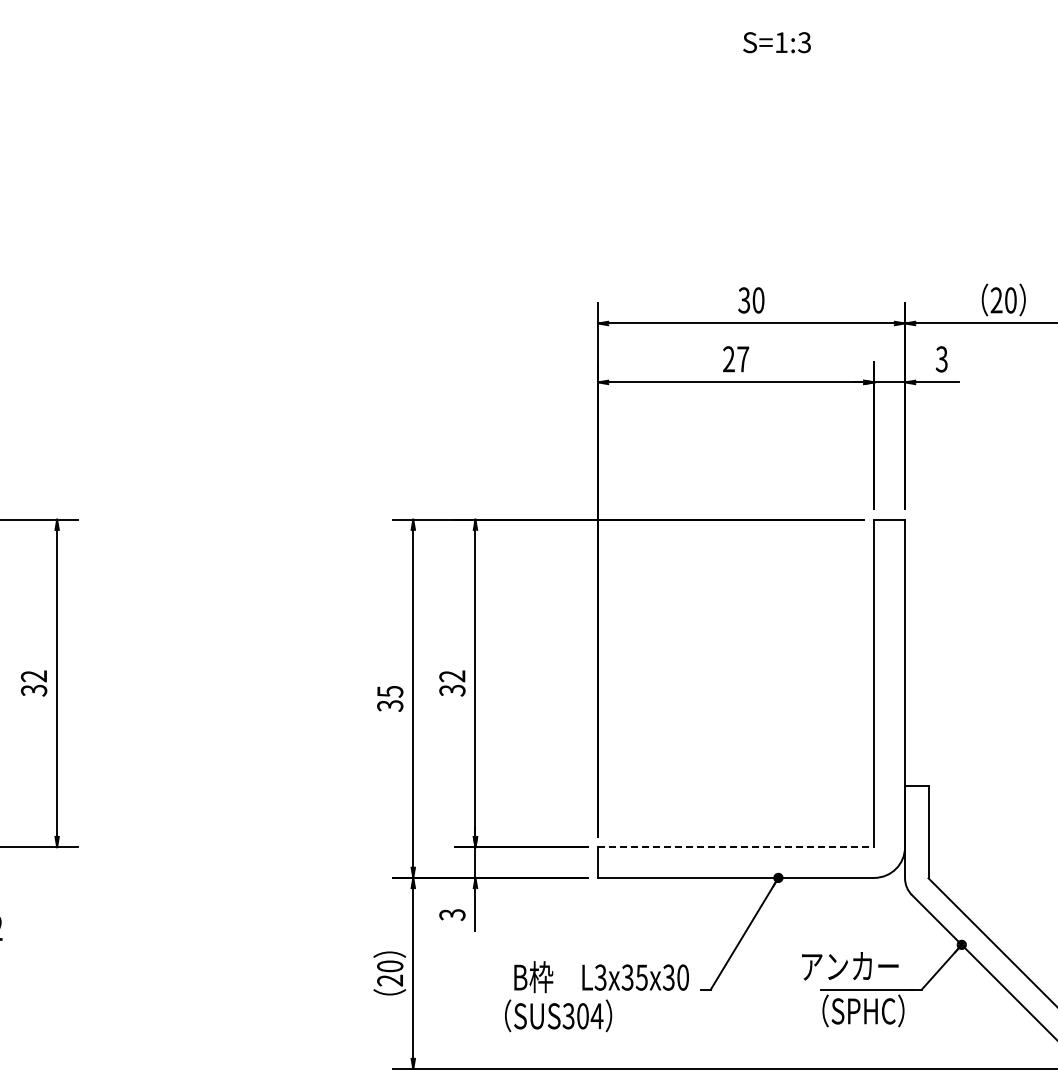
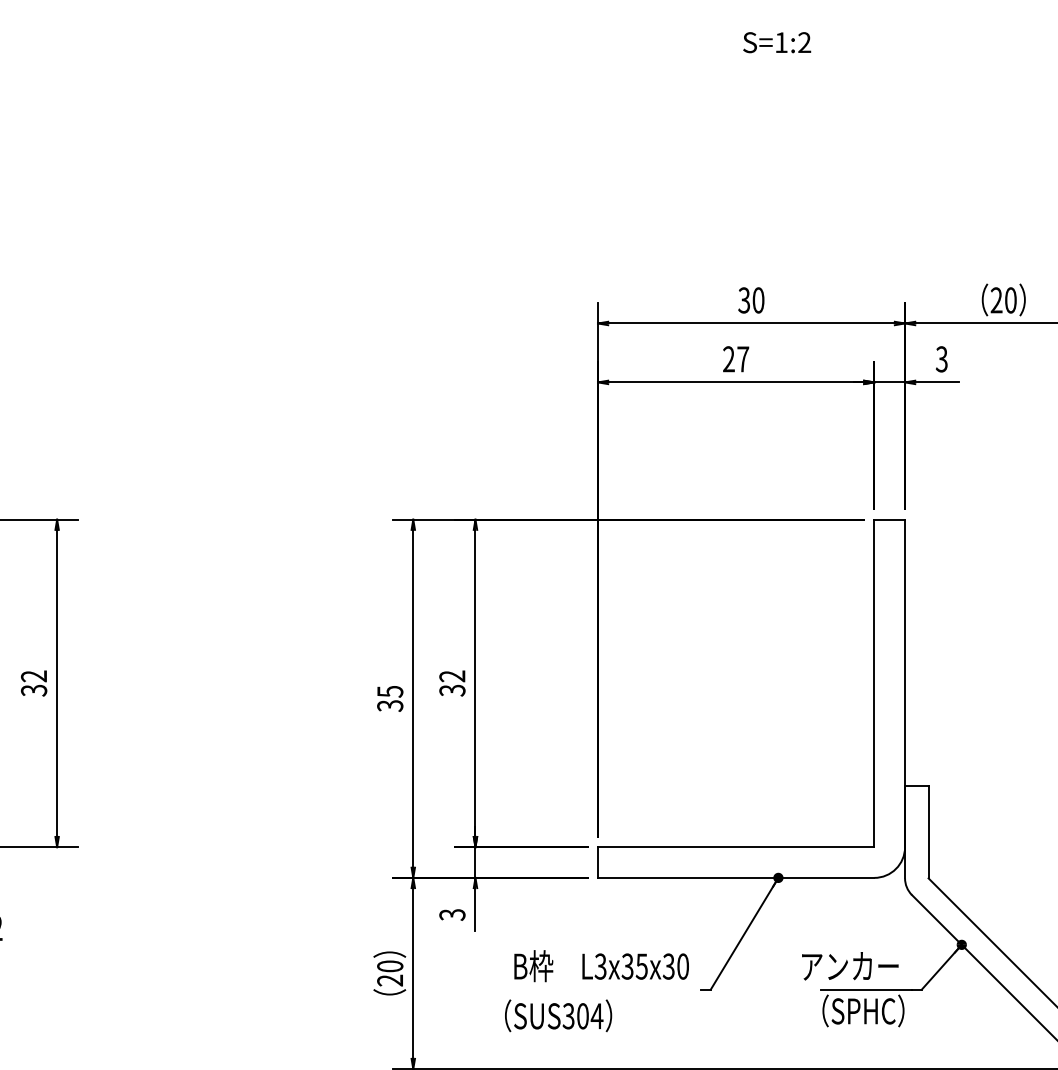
text at (804, 42): S=1:3 -> S=1:2
line at (736, 847): dashed -> solid
text at (601, 977) position: (601, 977) -> (601, 966)
